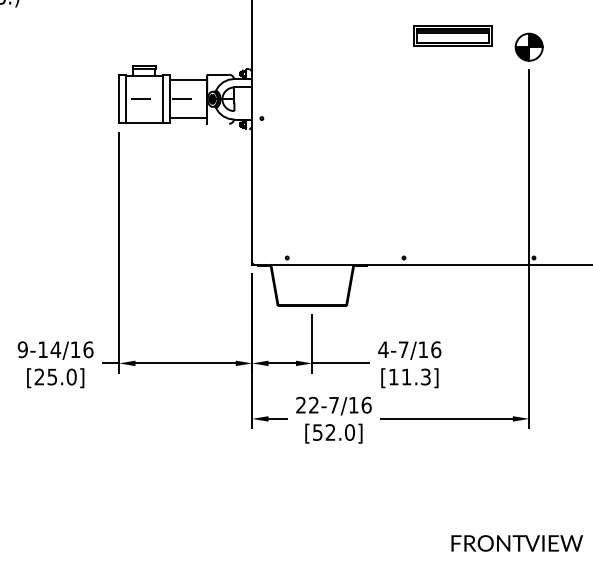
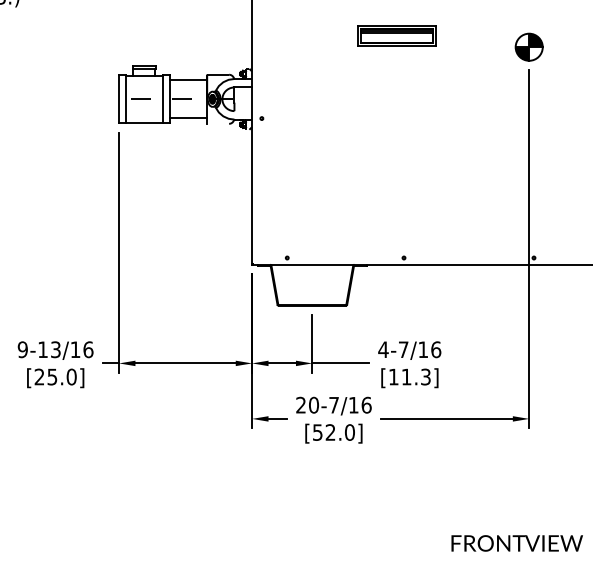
part at (452, 35) position: (452, 35) -> (396, 35)
text at (55, 349): 9-14/16 -> 9-13/16
text at (313, 404): 22-7/16 -> 20-7/16
